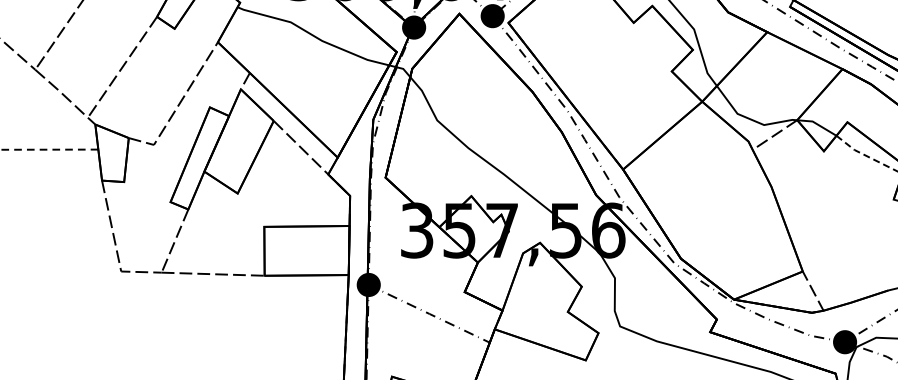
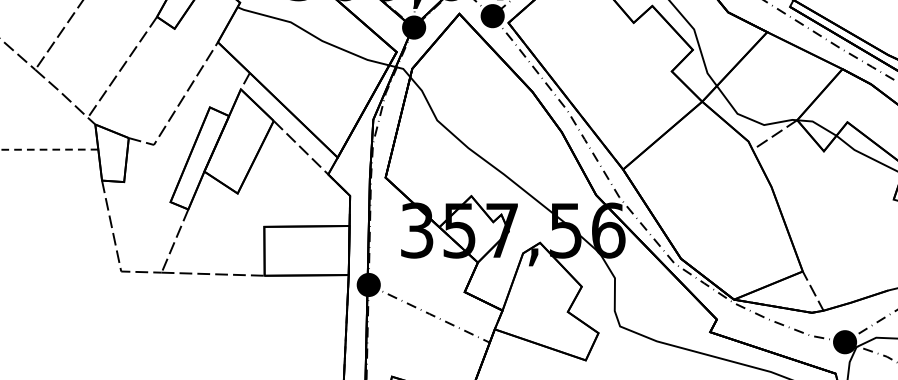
line at (865, 155): dashed -> solid
